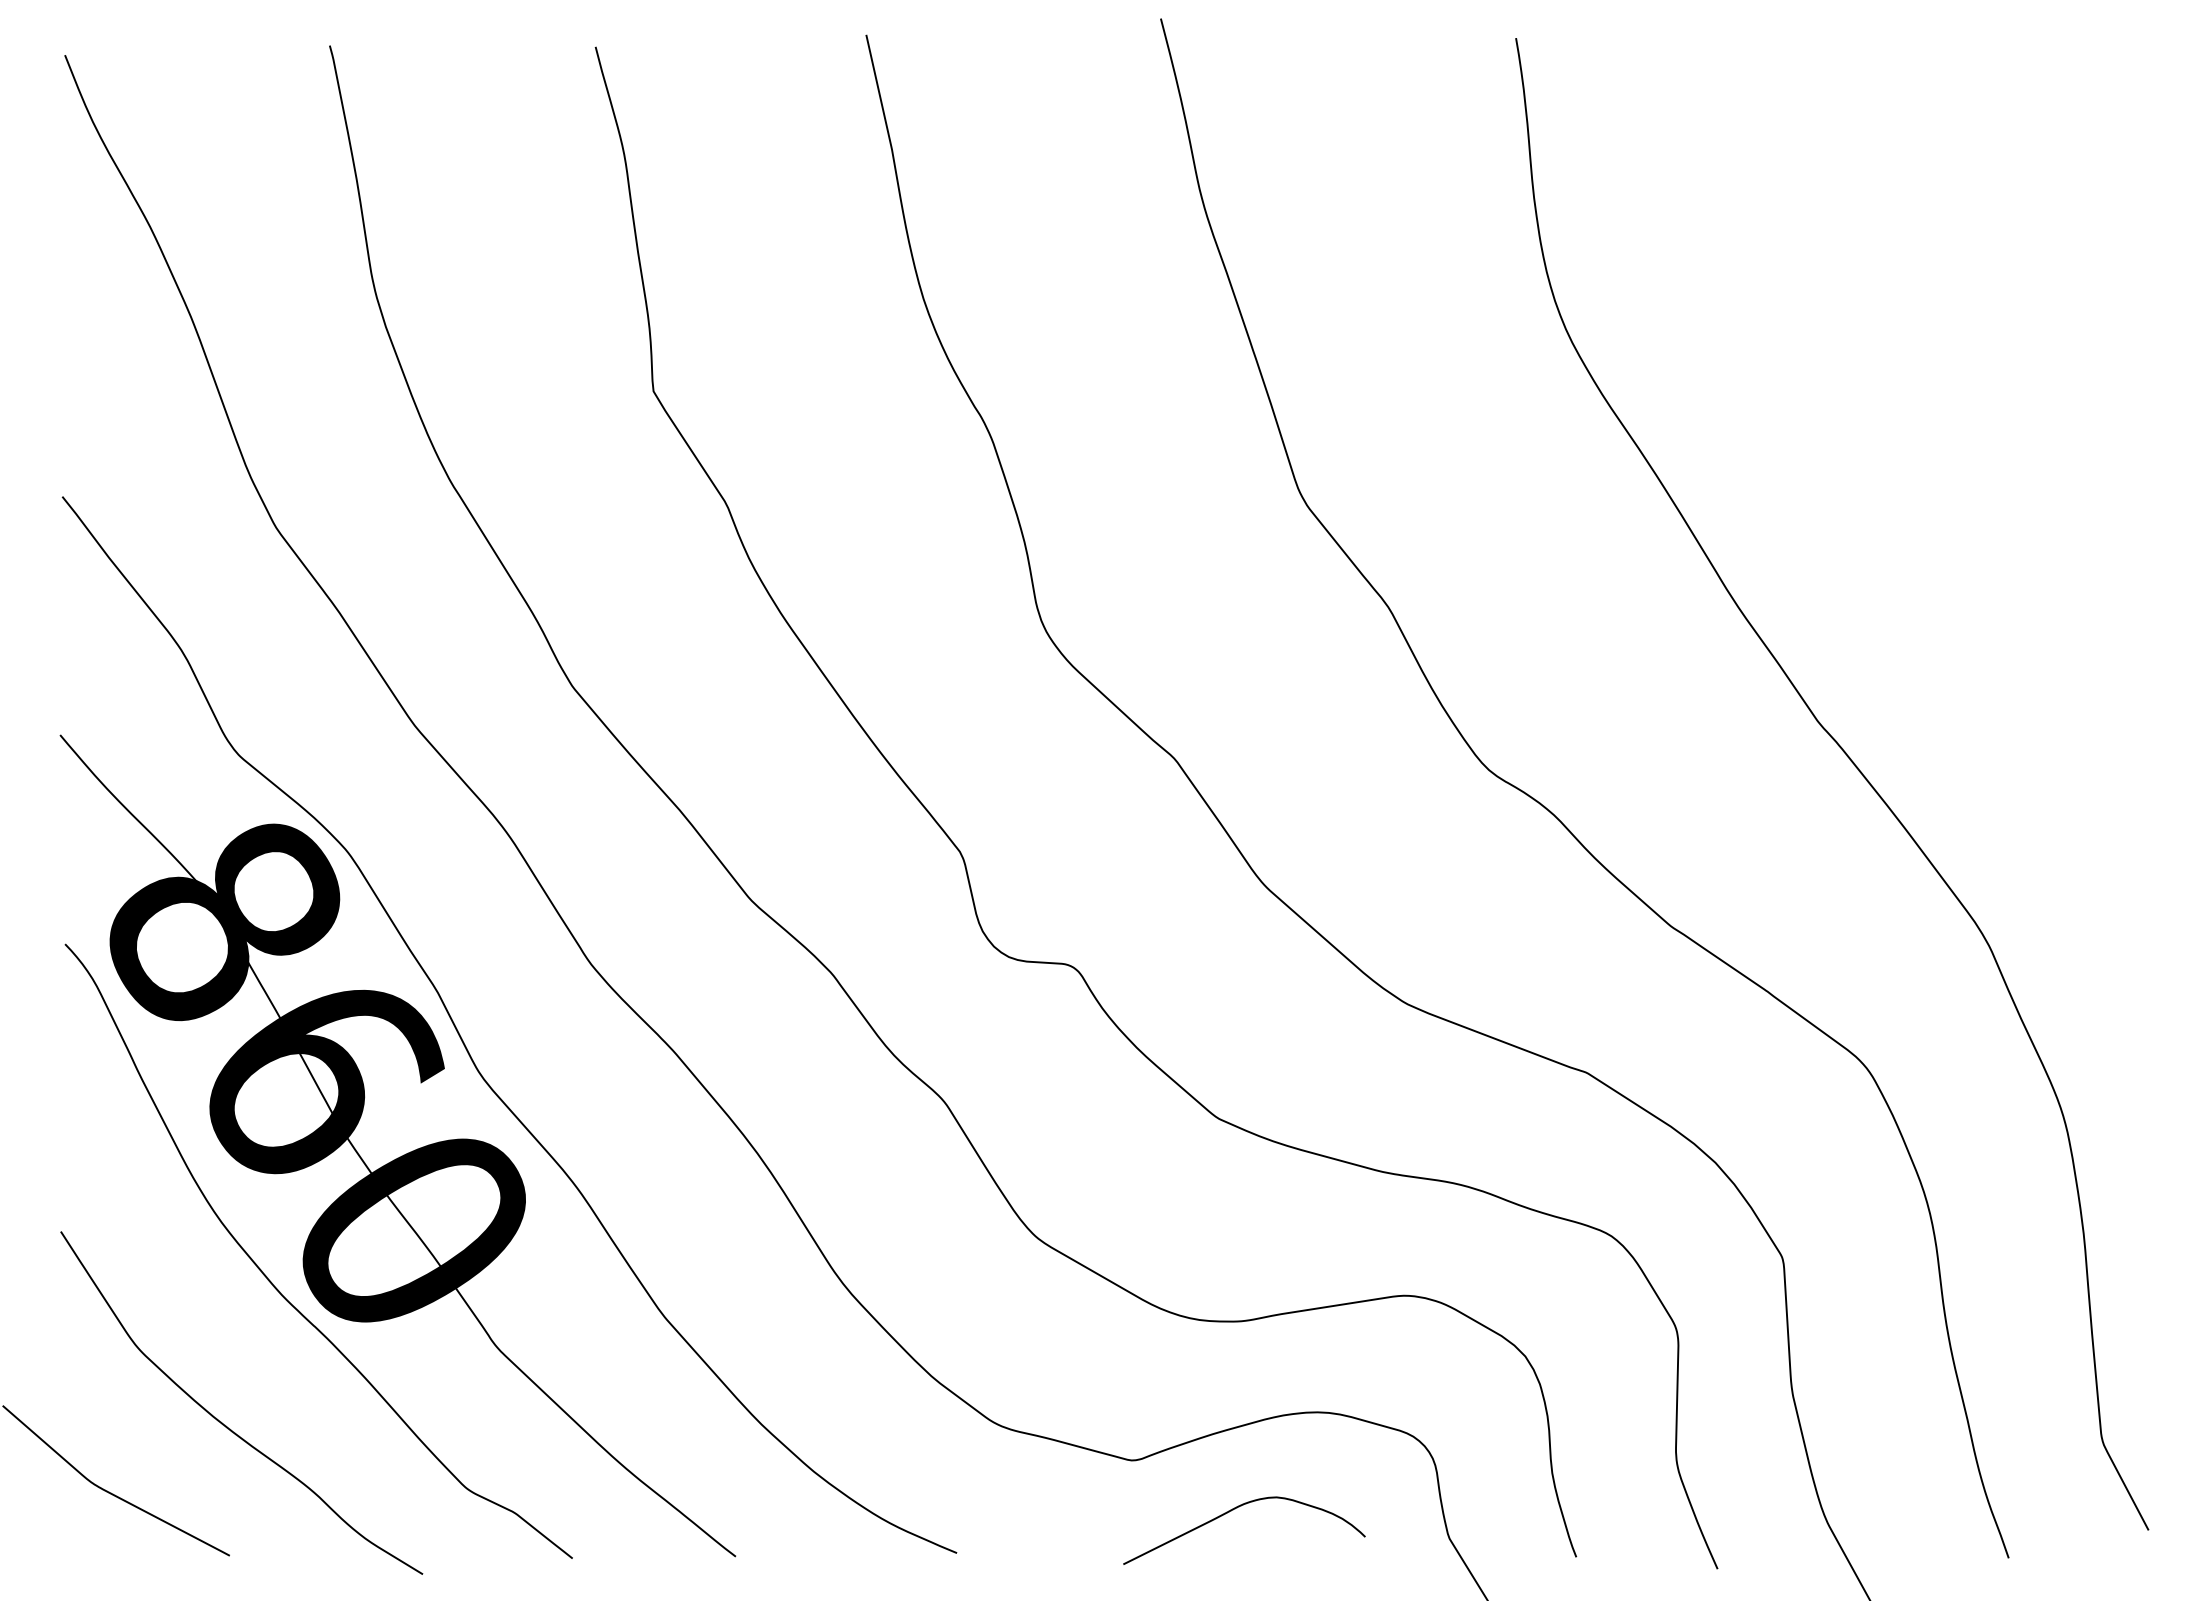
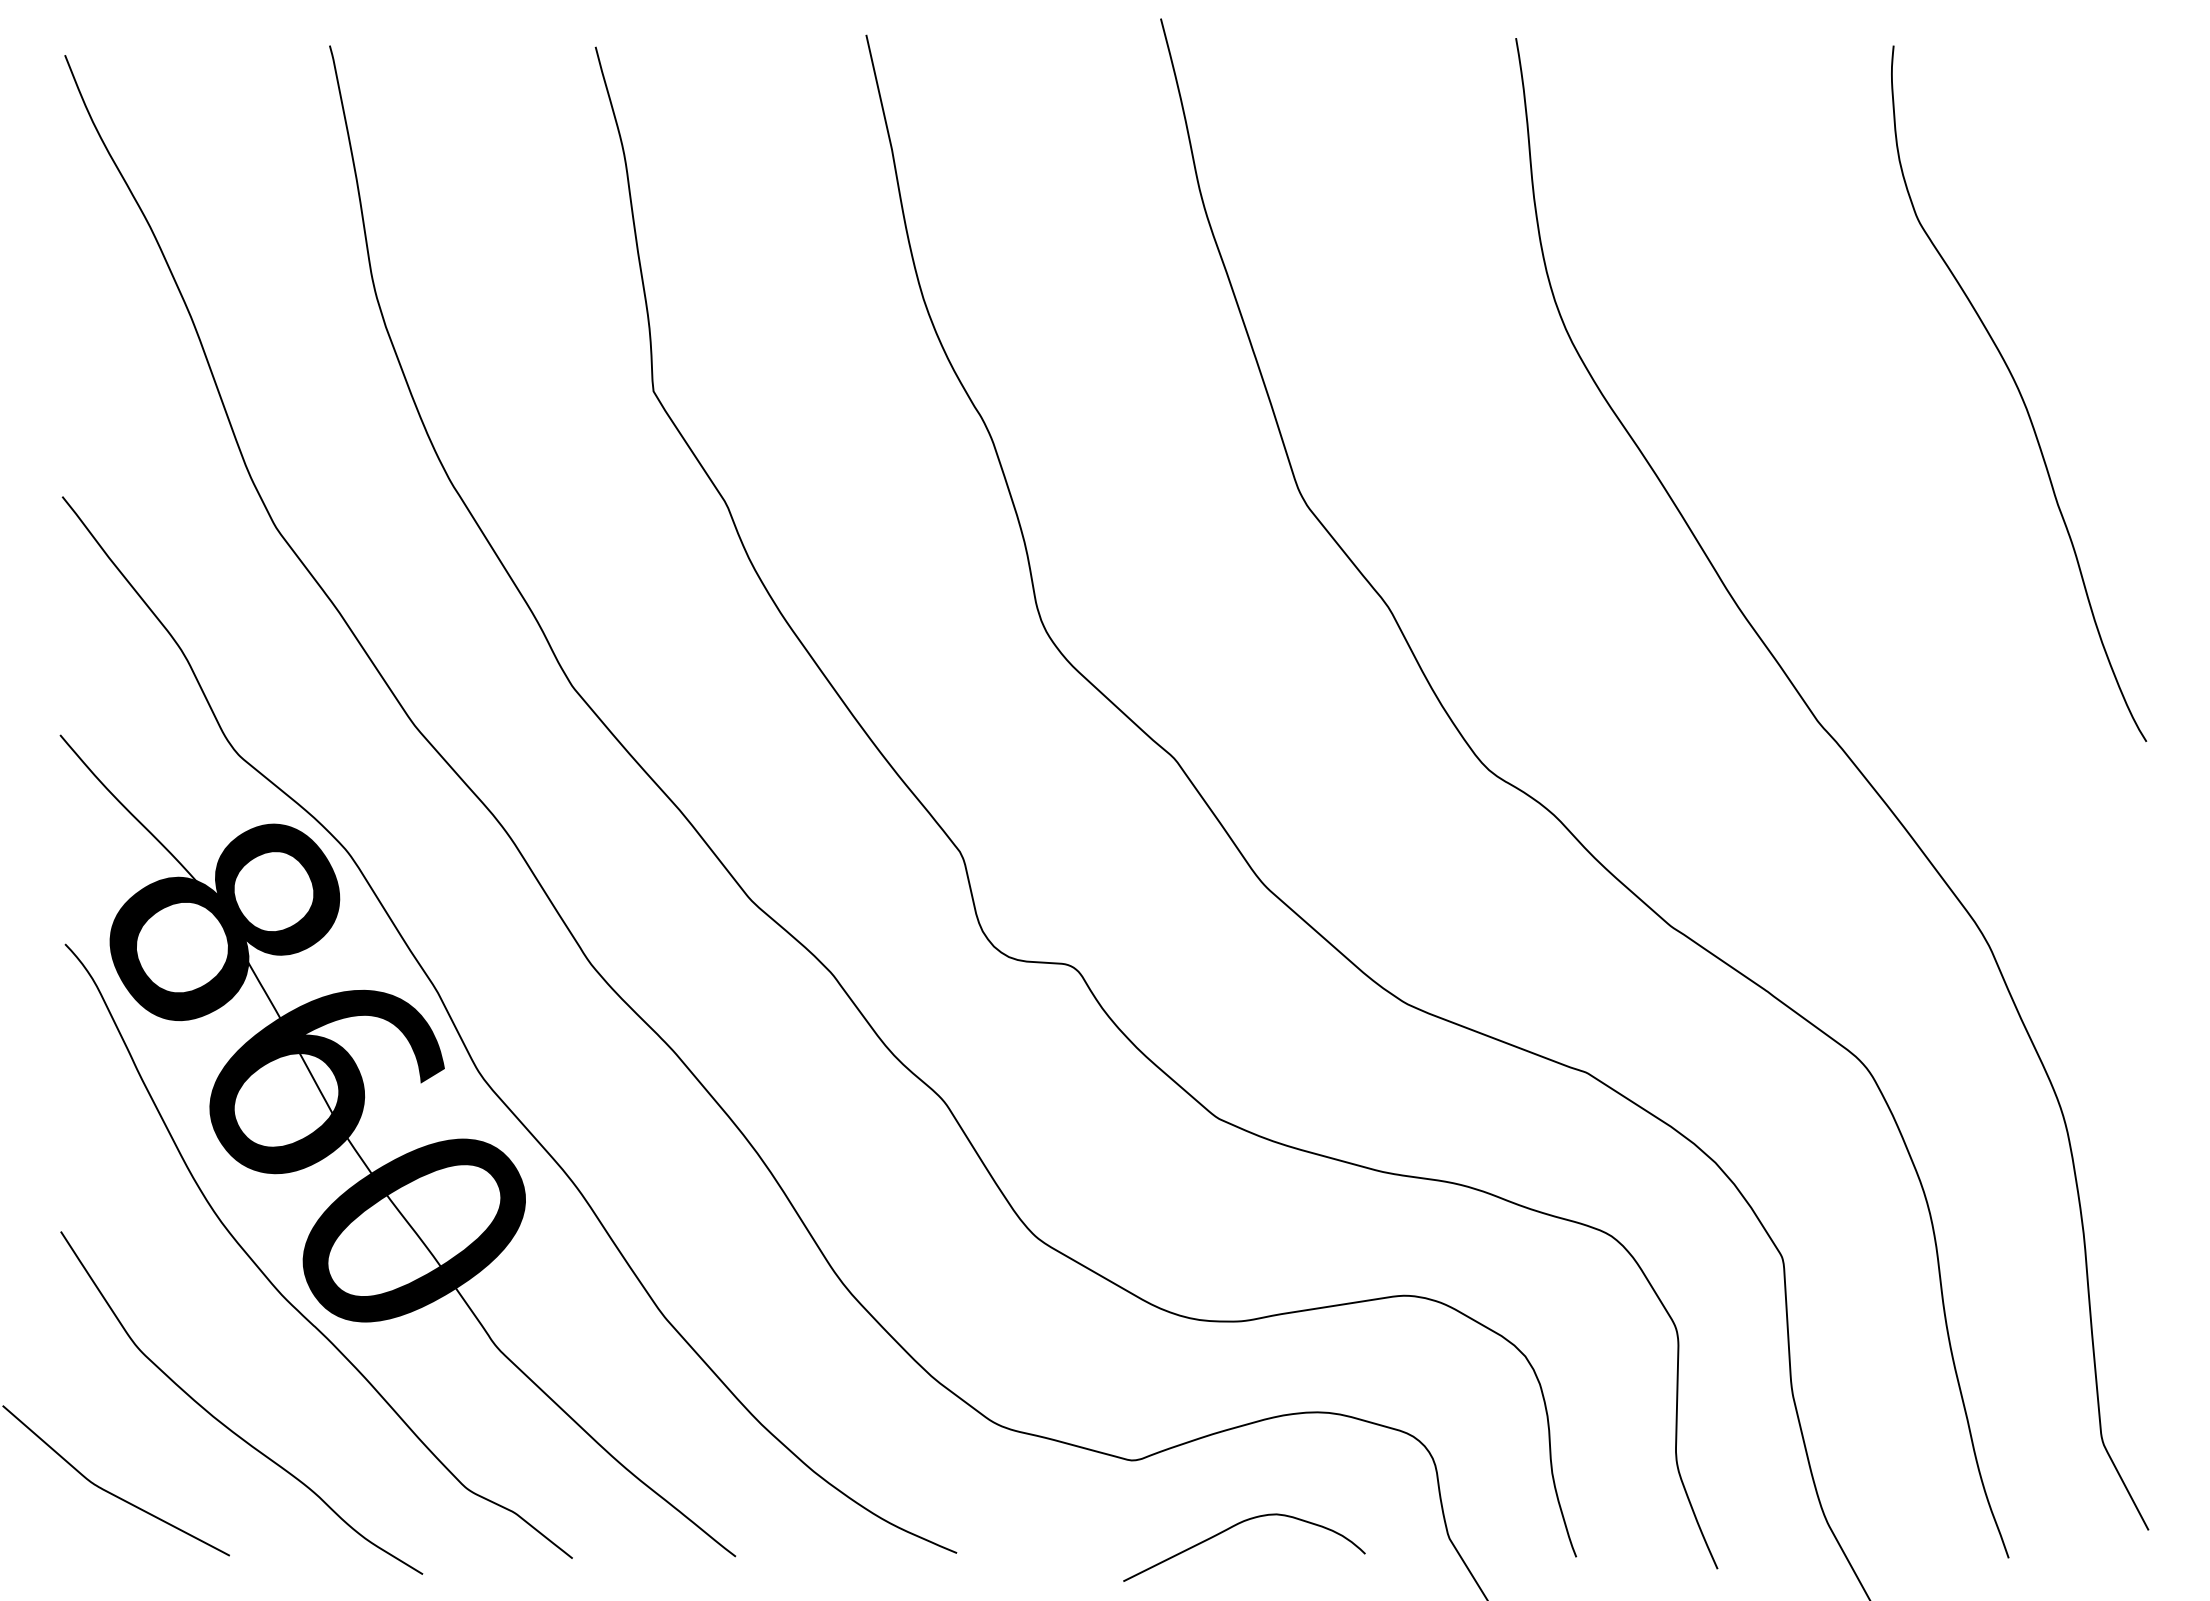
curve at (2019, 393): none -> present
curve at (1233, 1510) position: (1233, 1510) -> (1233, 1527)
